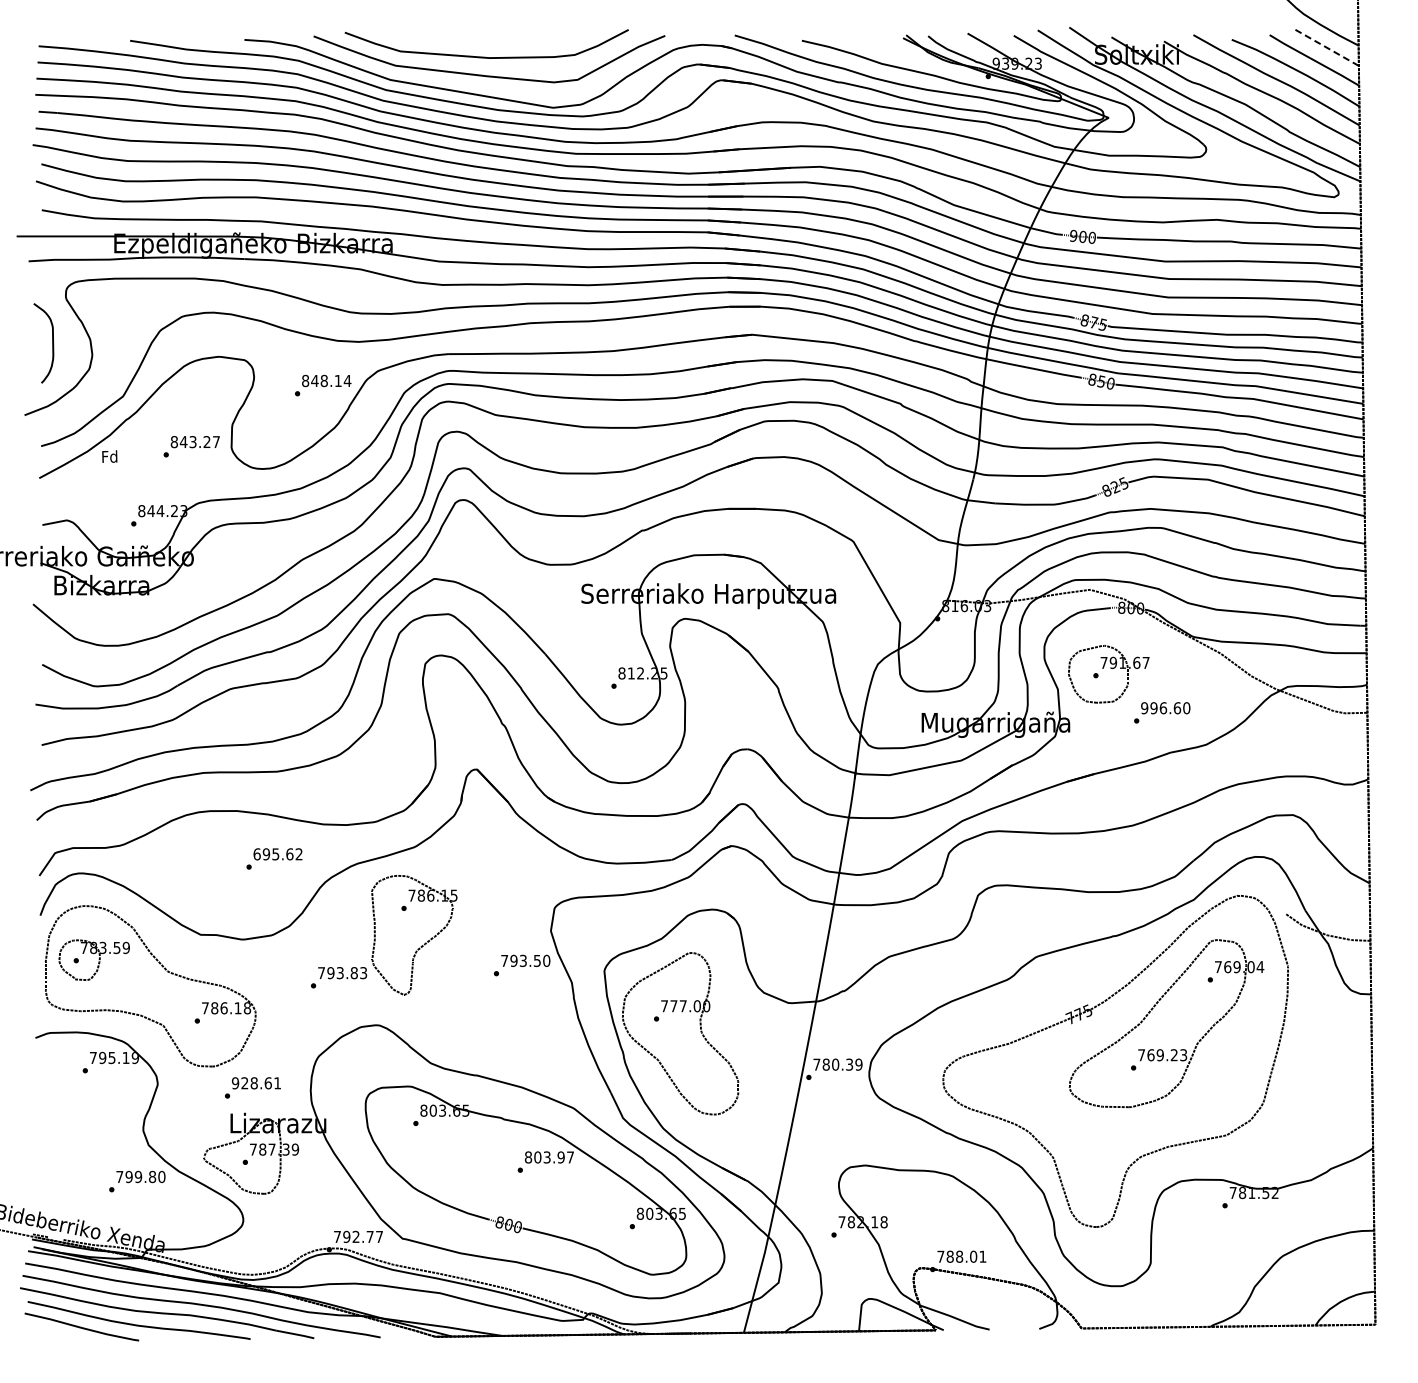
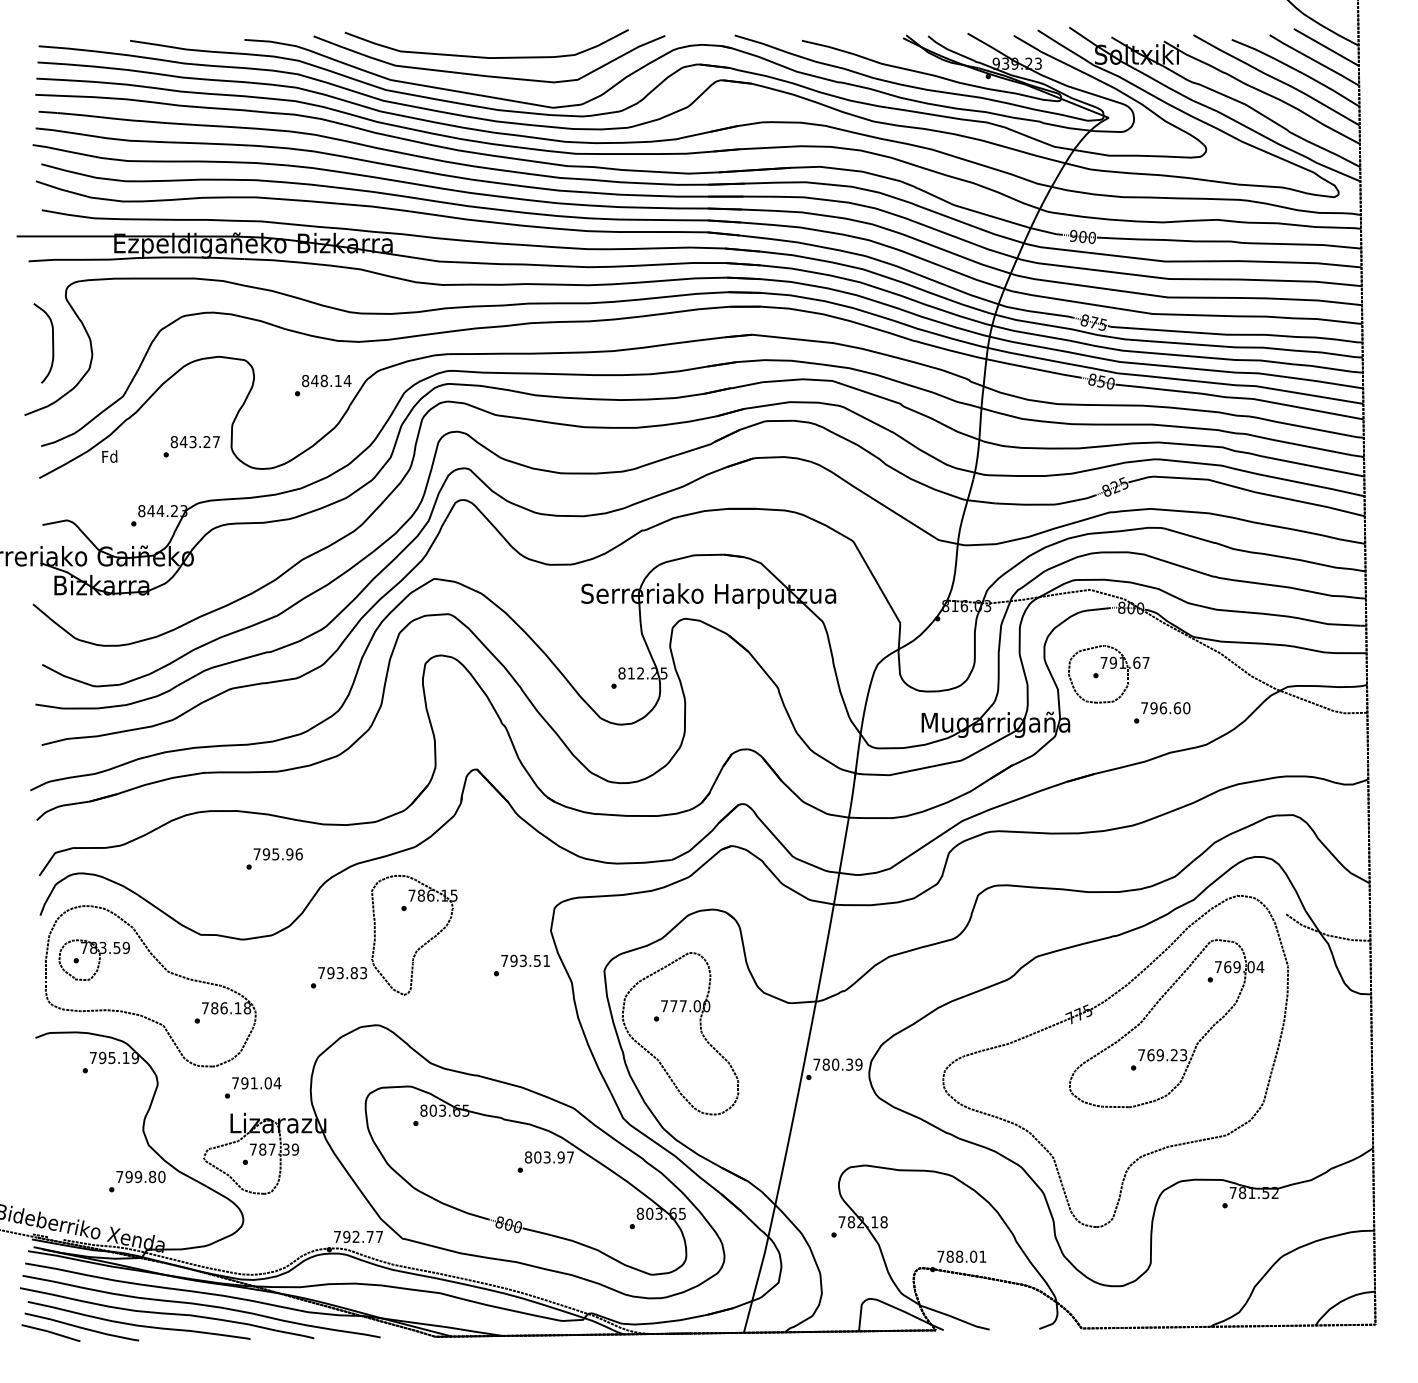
line at (1325, 47): dashed -> solid
text at (1144, 708): 996.60 -> 796.60
text at (277, 854): 695.62 -> 795.96
text at (546, 960): 793.50 -> 793.51
text at (256, 1083): 928.61 -> 791.04
line at (50, 1332): none -> present
